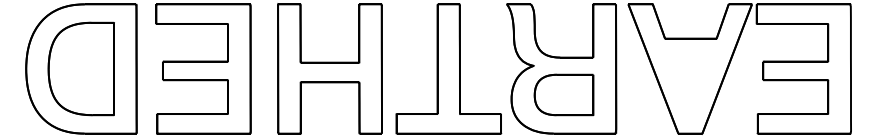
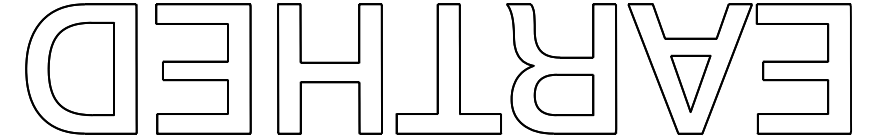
part at (690, 83): none -> present
